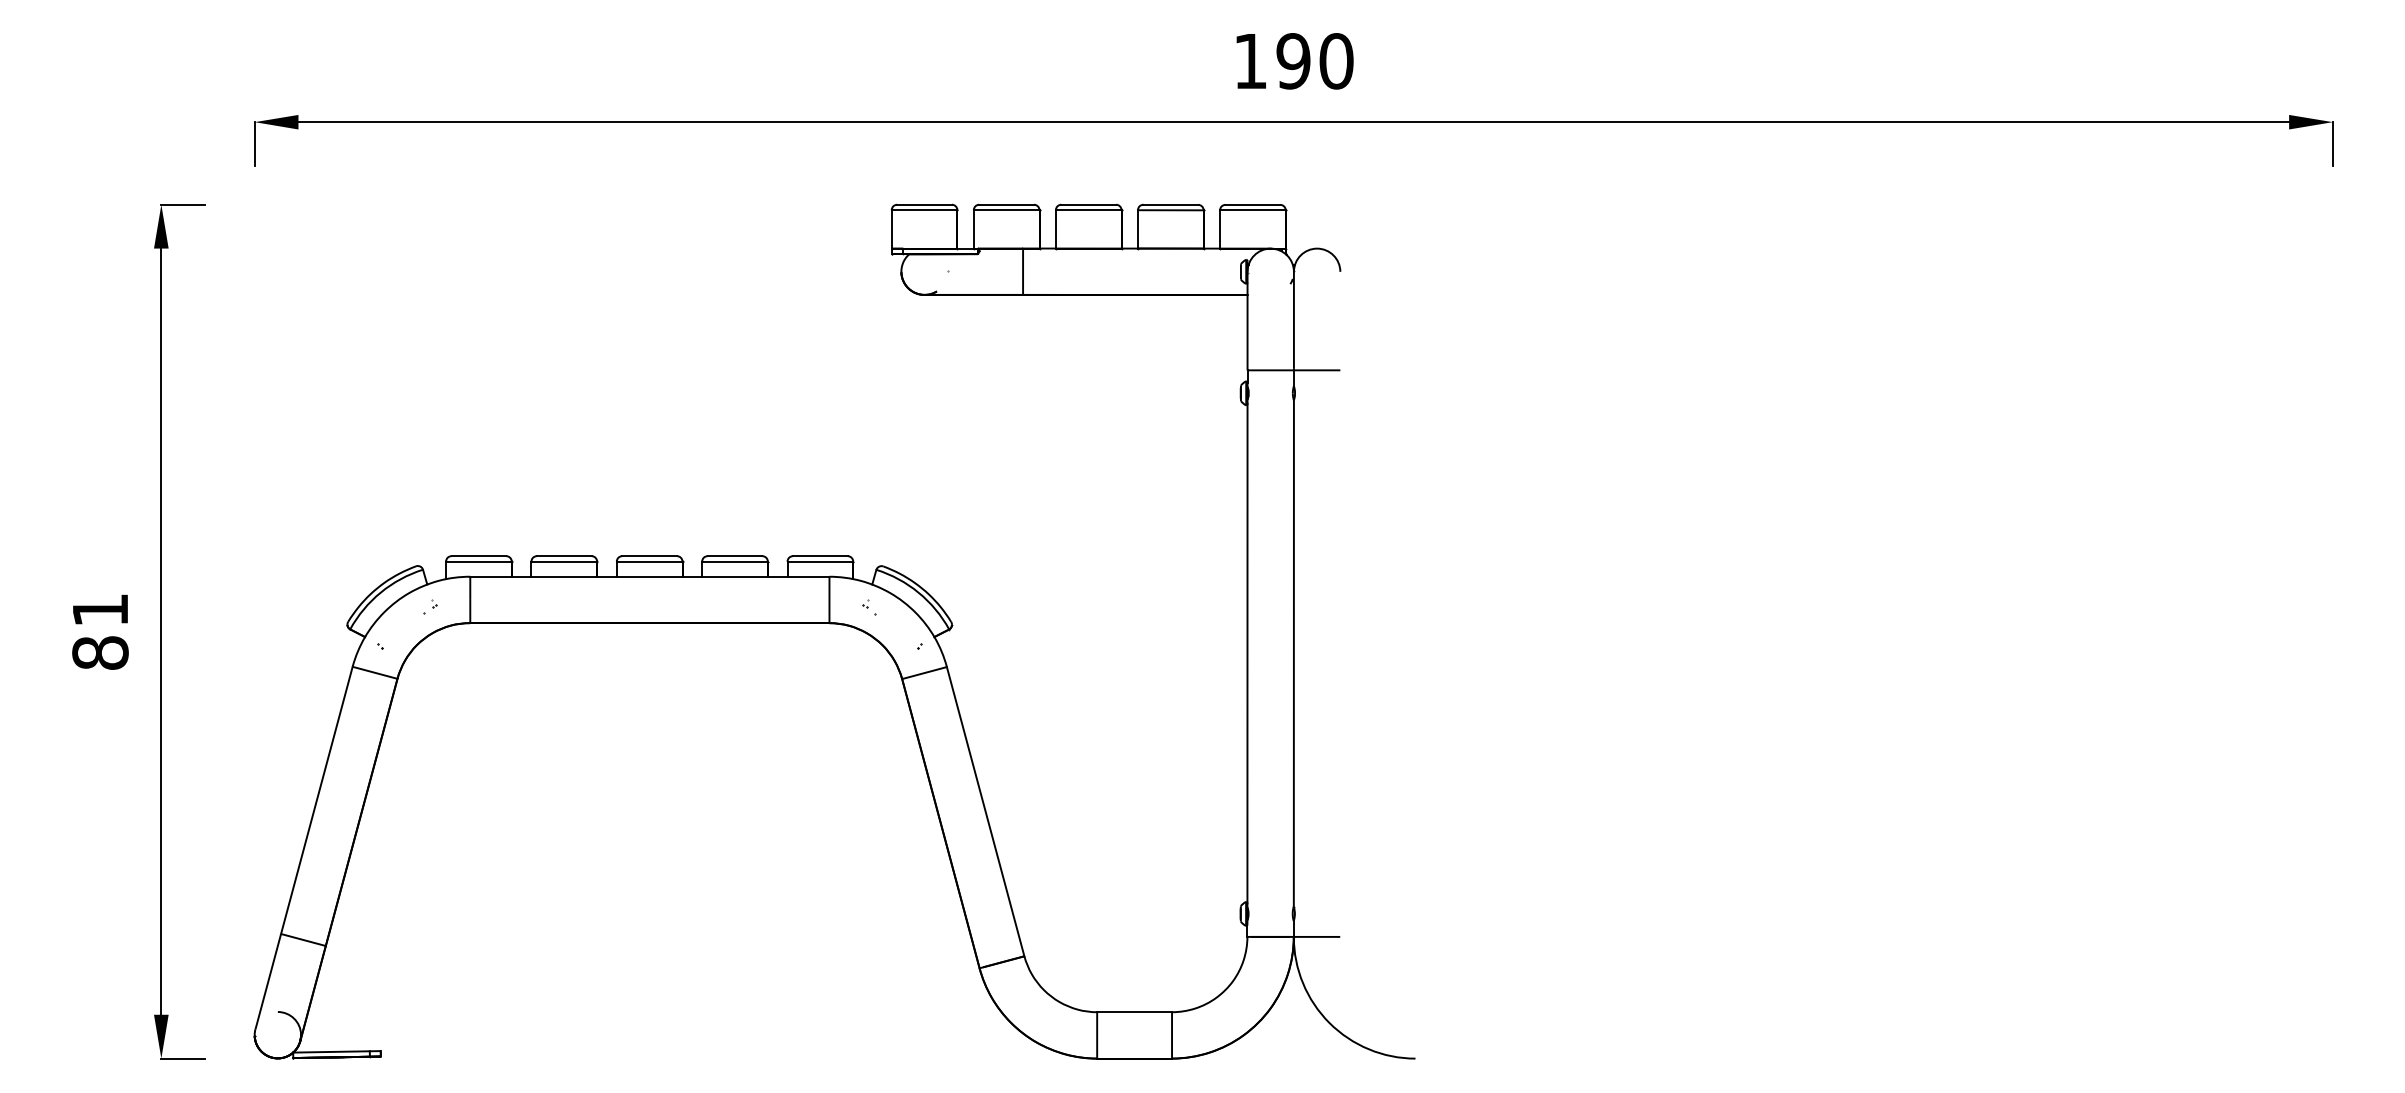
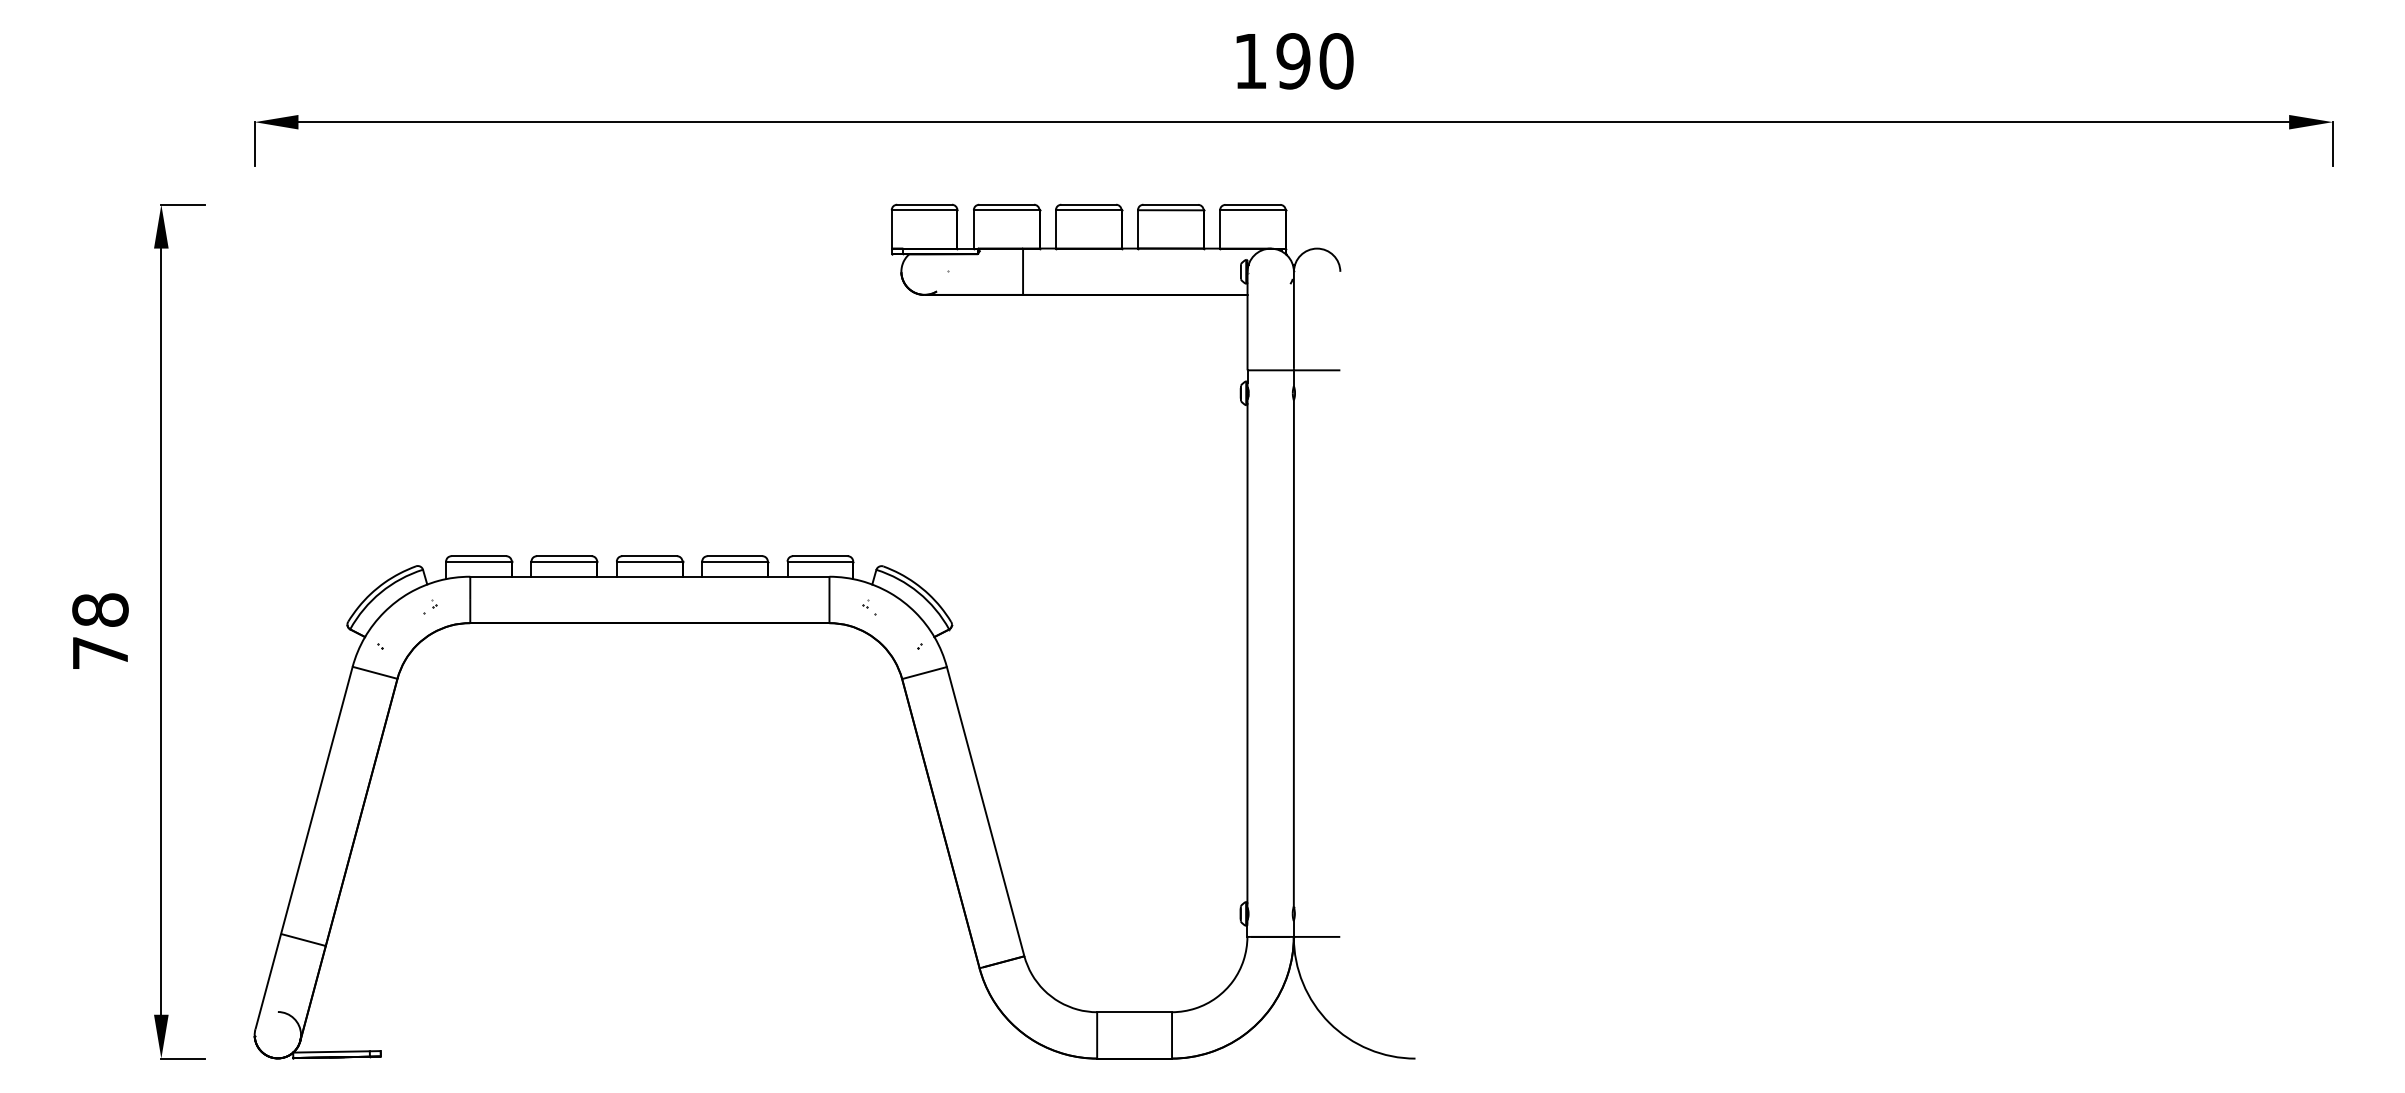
text at (100, 631): 81 -> 78
